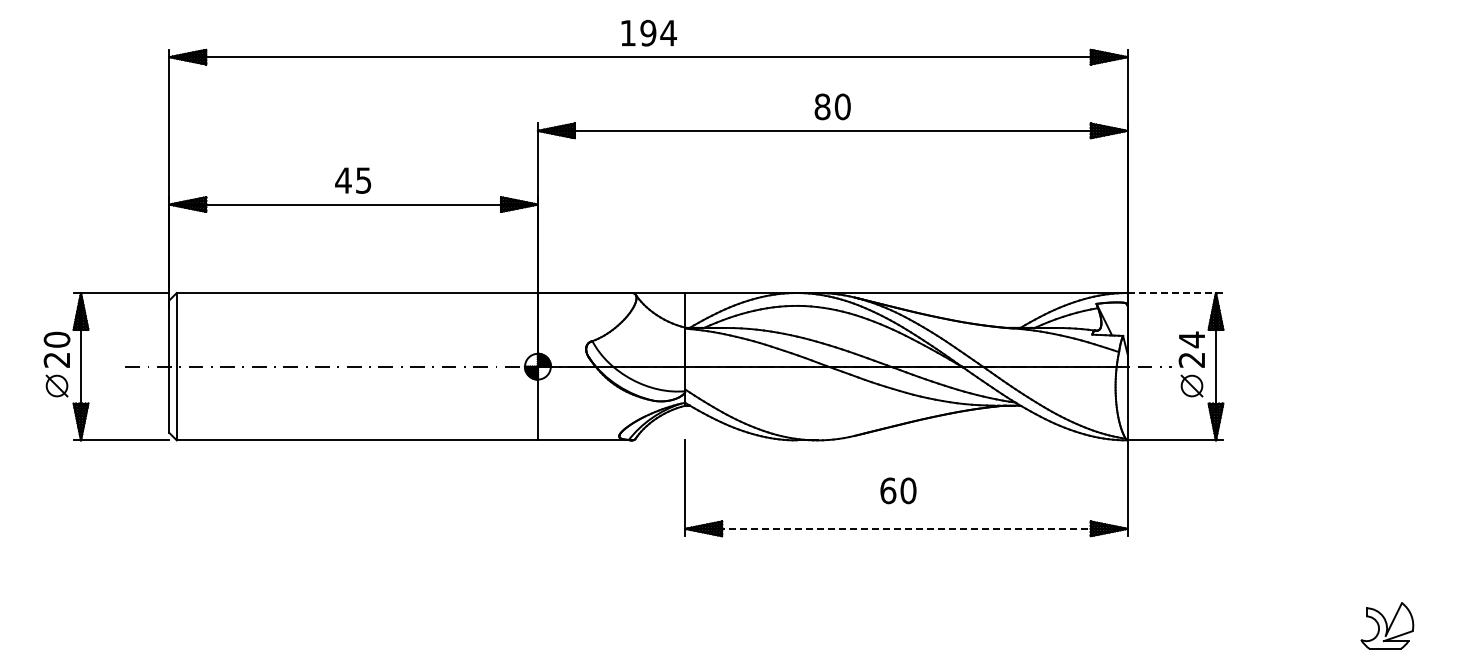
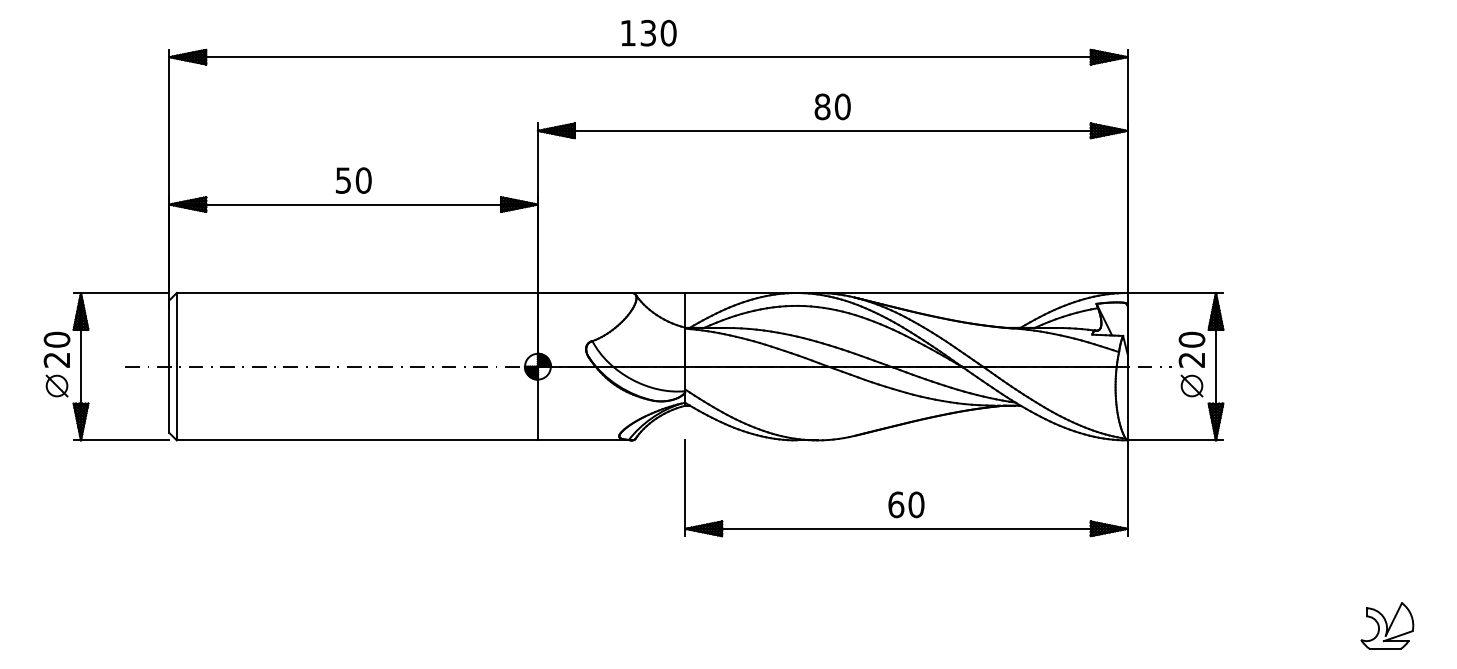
text at (658, 32): 194 -> 130
text at (353, 180): 45 -> 50
line at (1175, 293): dashed -> solid
text at (1191, 339): 24 -> 20
text at (898, 490) position: (898, 490) -> (906, 504)
line at (906, 528): dashed -> solid
